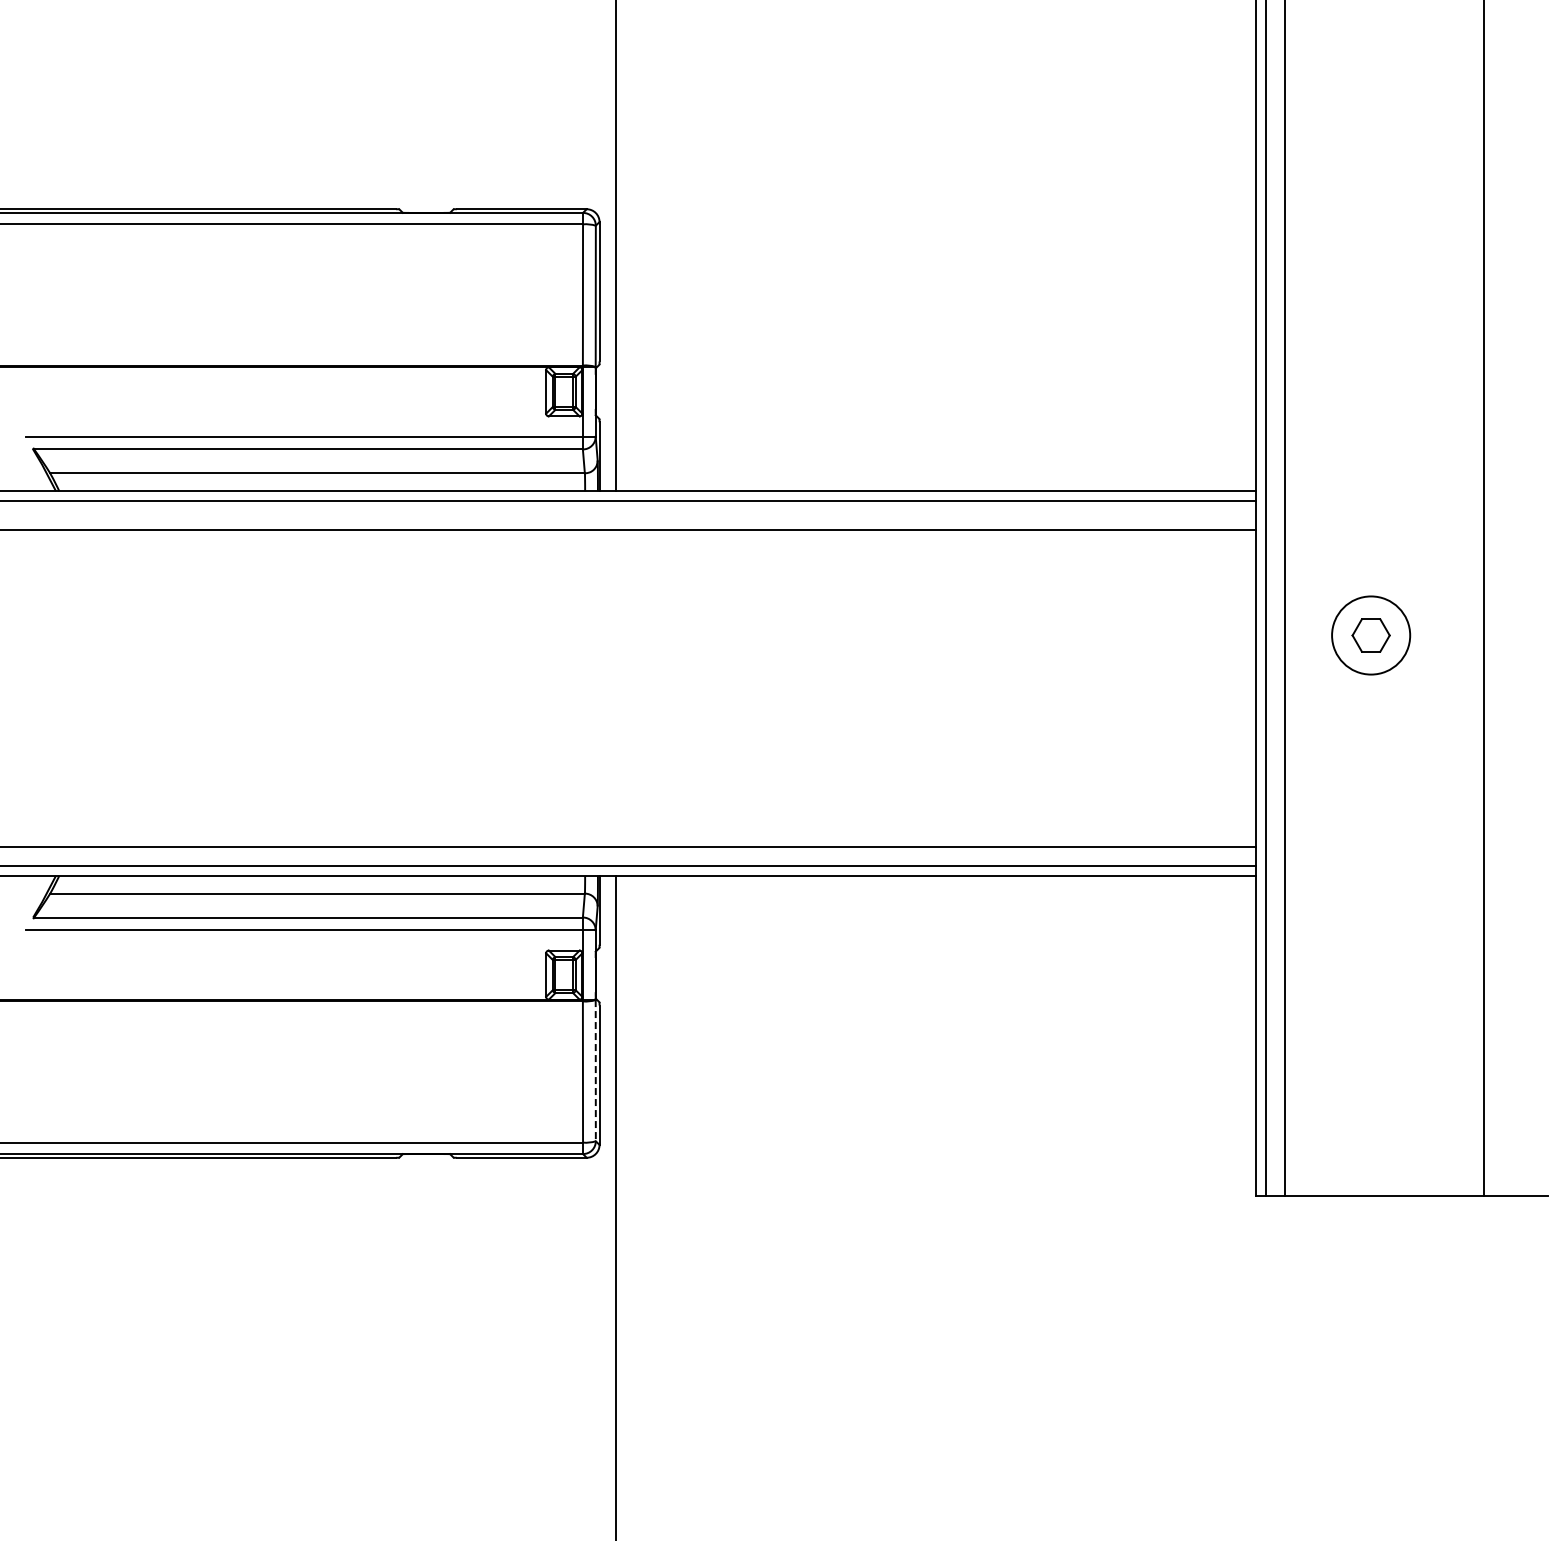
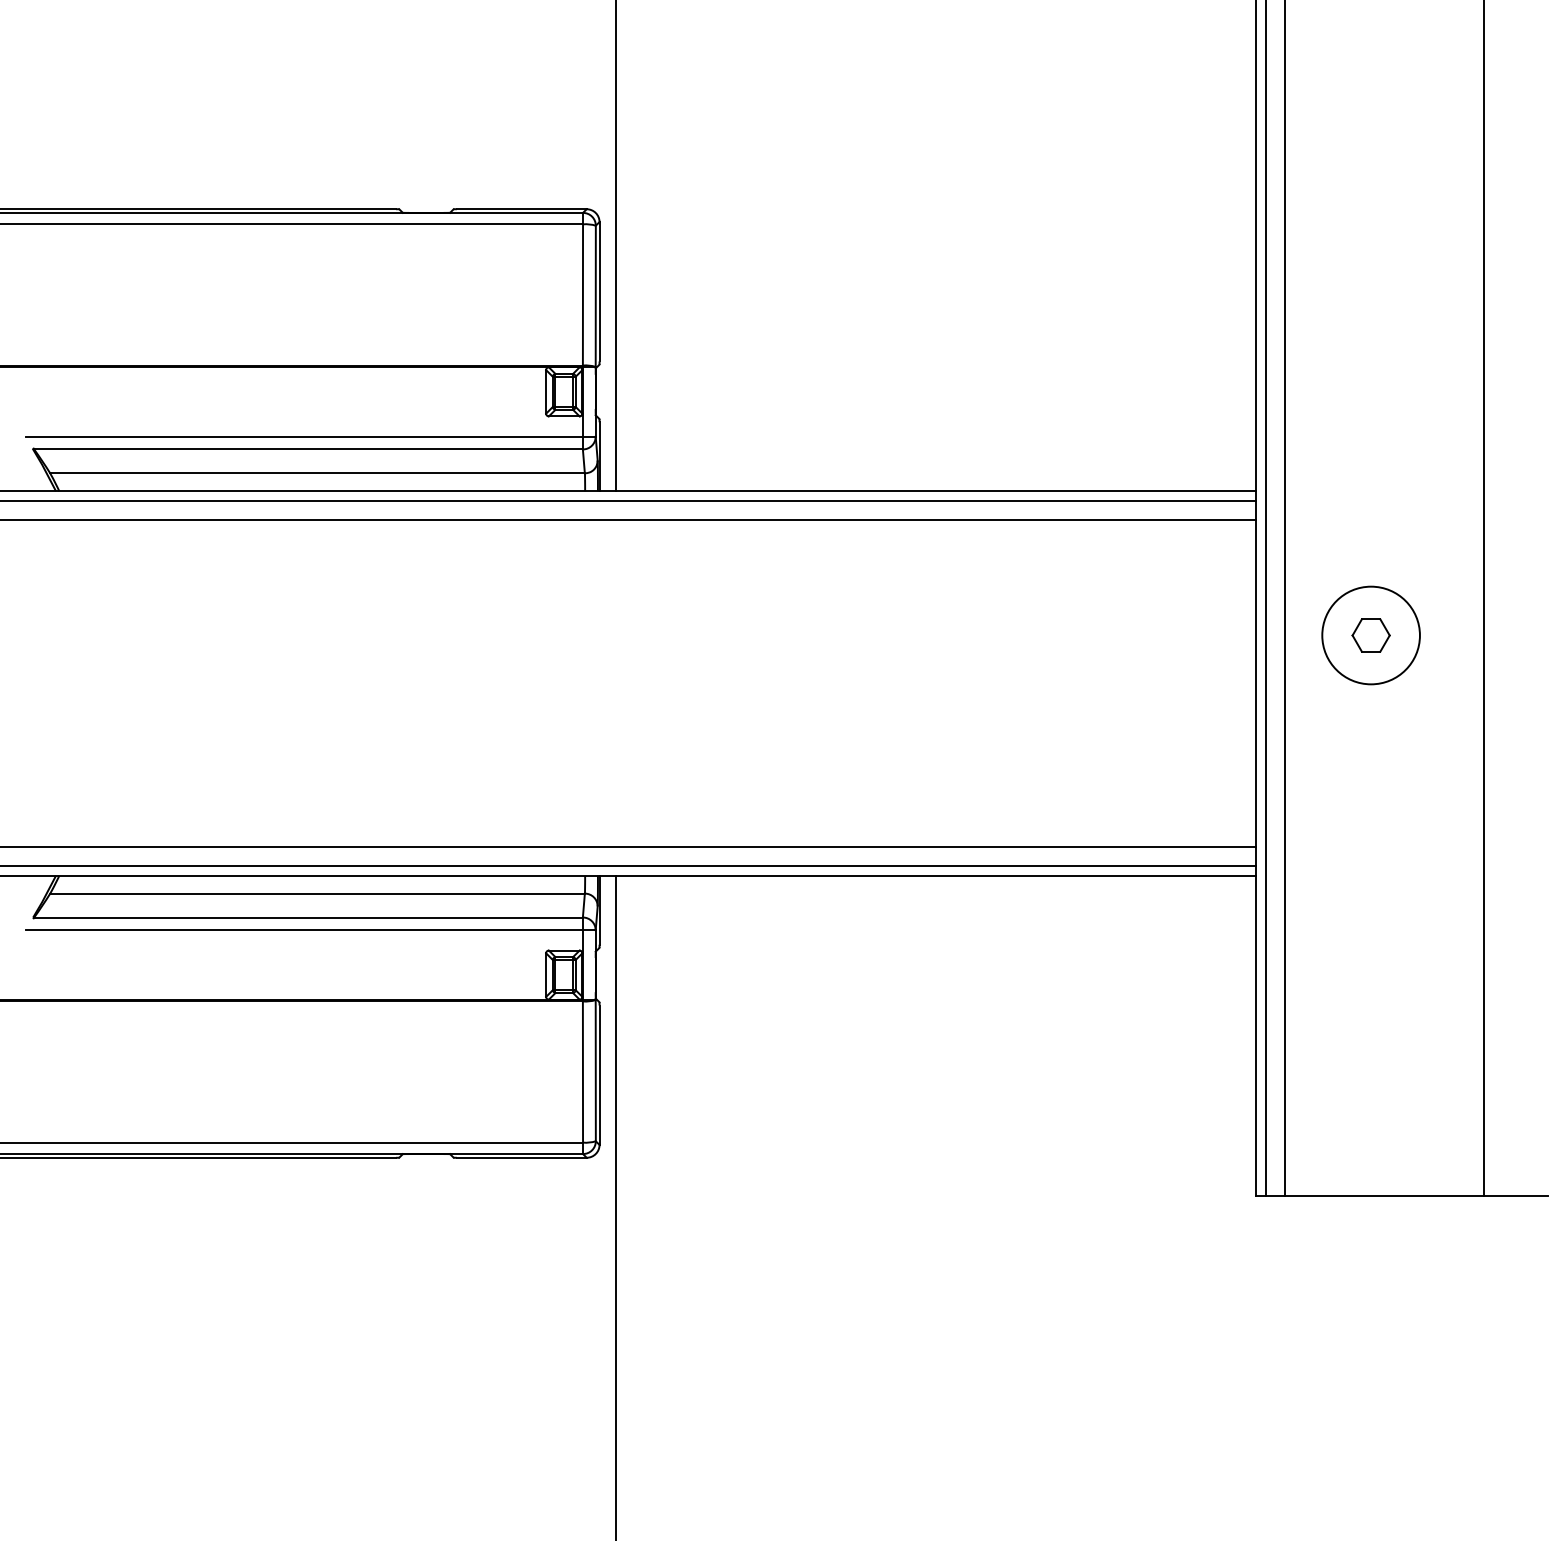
line at (629, 529) position: (629, 529) -> (629, 519)
circle at (1371, 635) diameter: 78 px -> 98 px
line at (595, 1070): dashed -> solid
